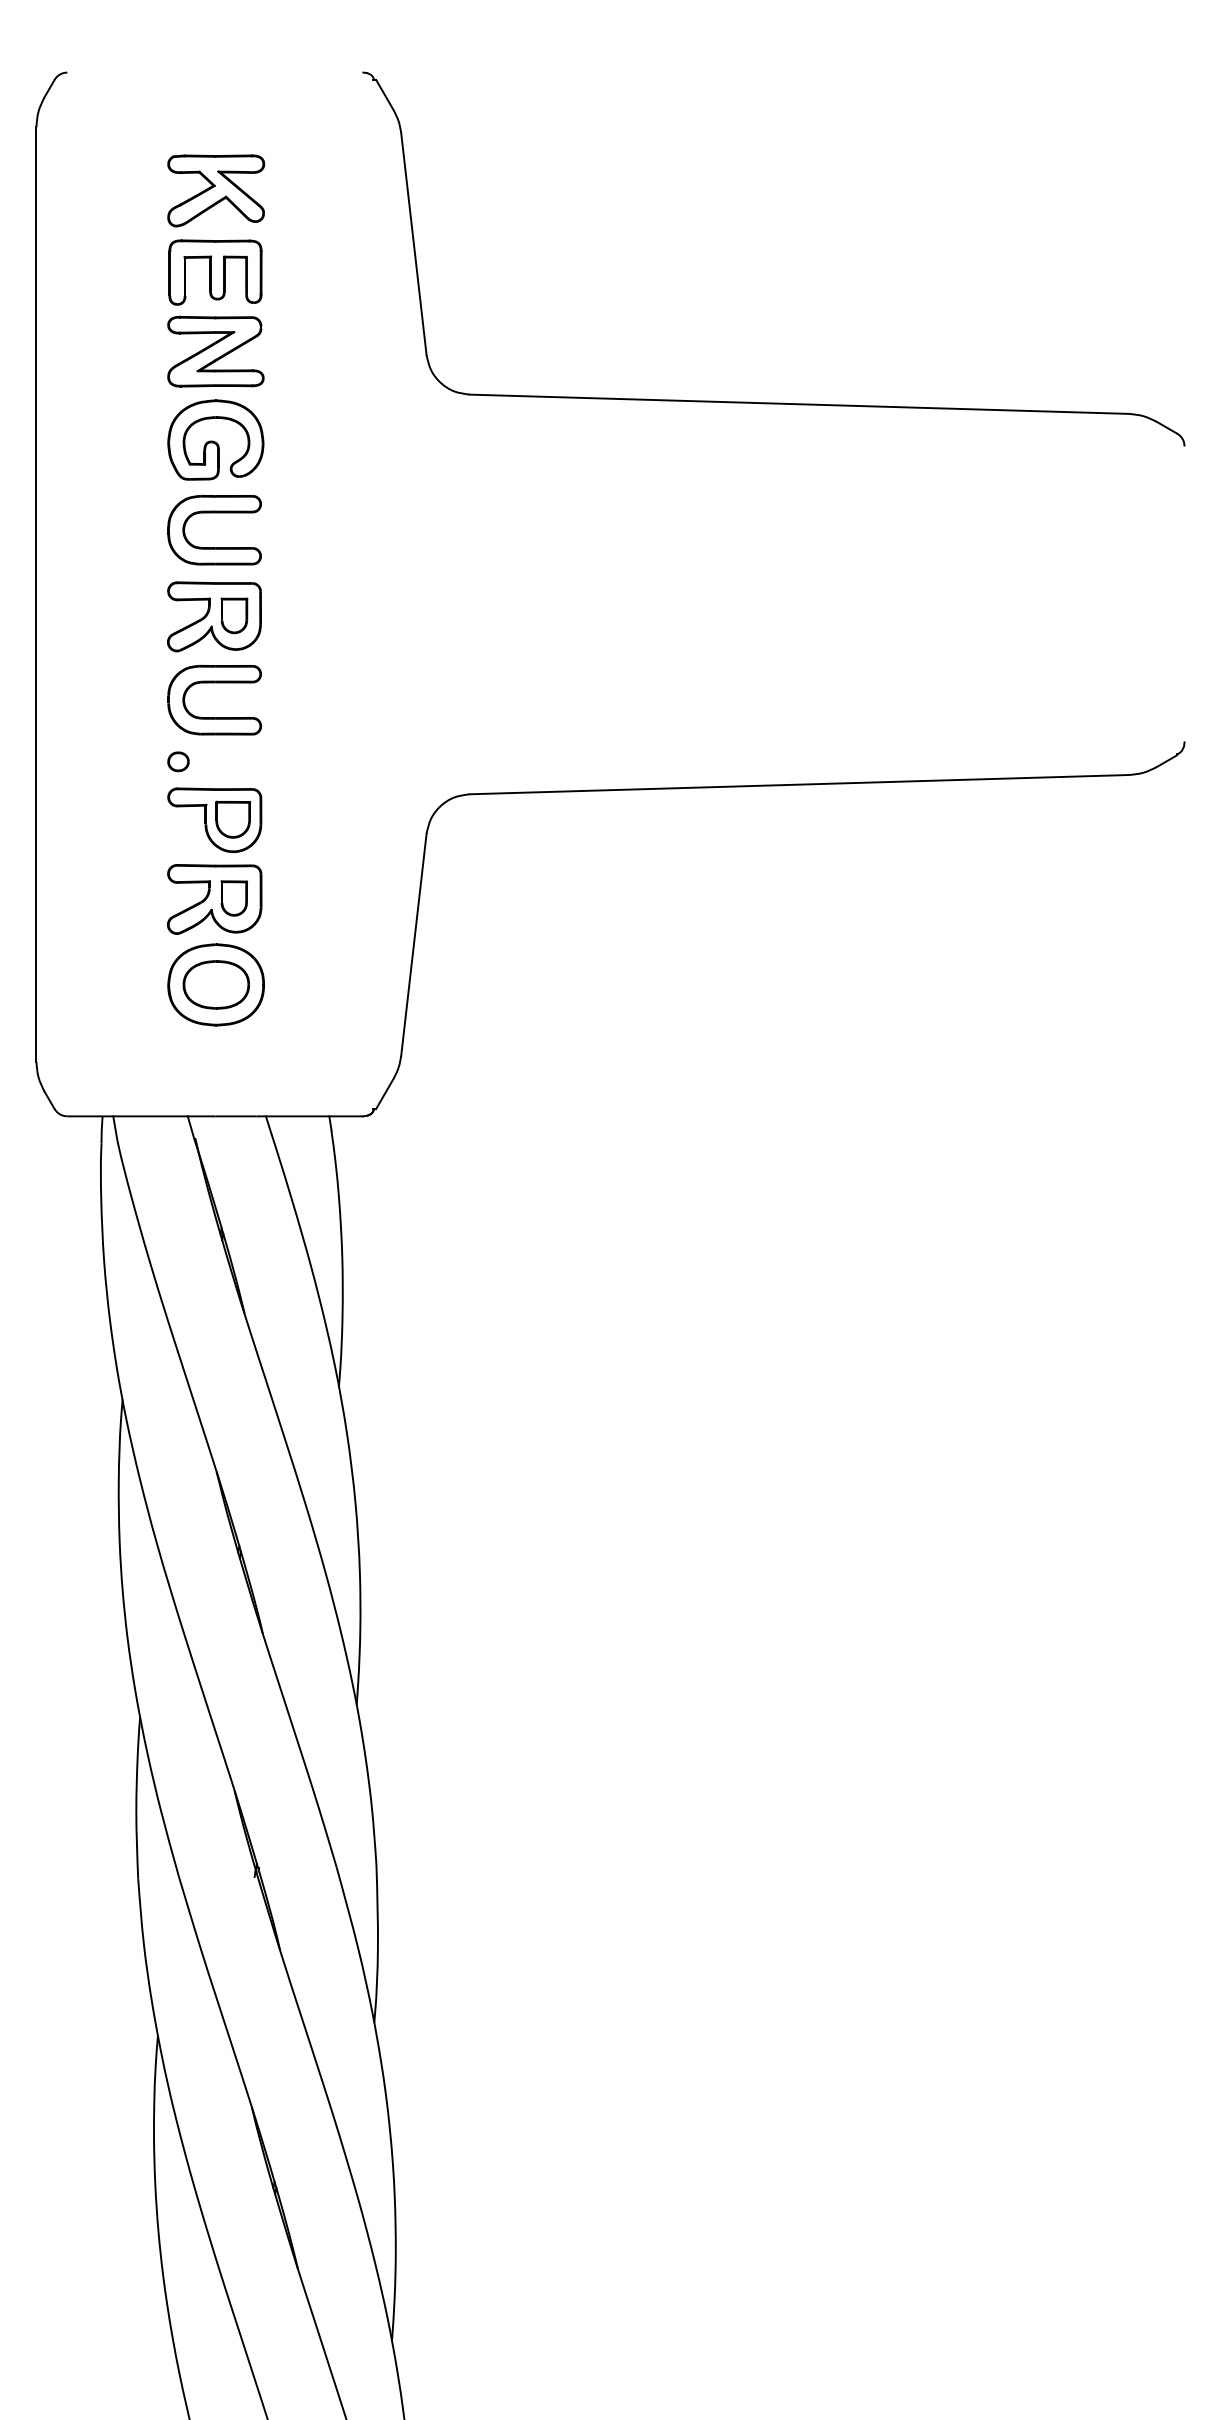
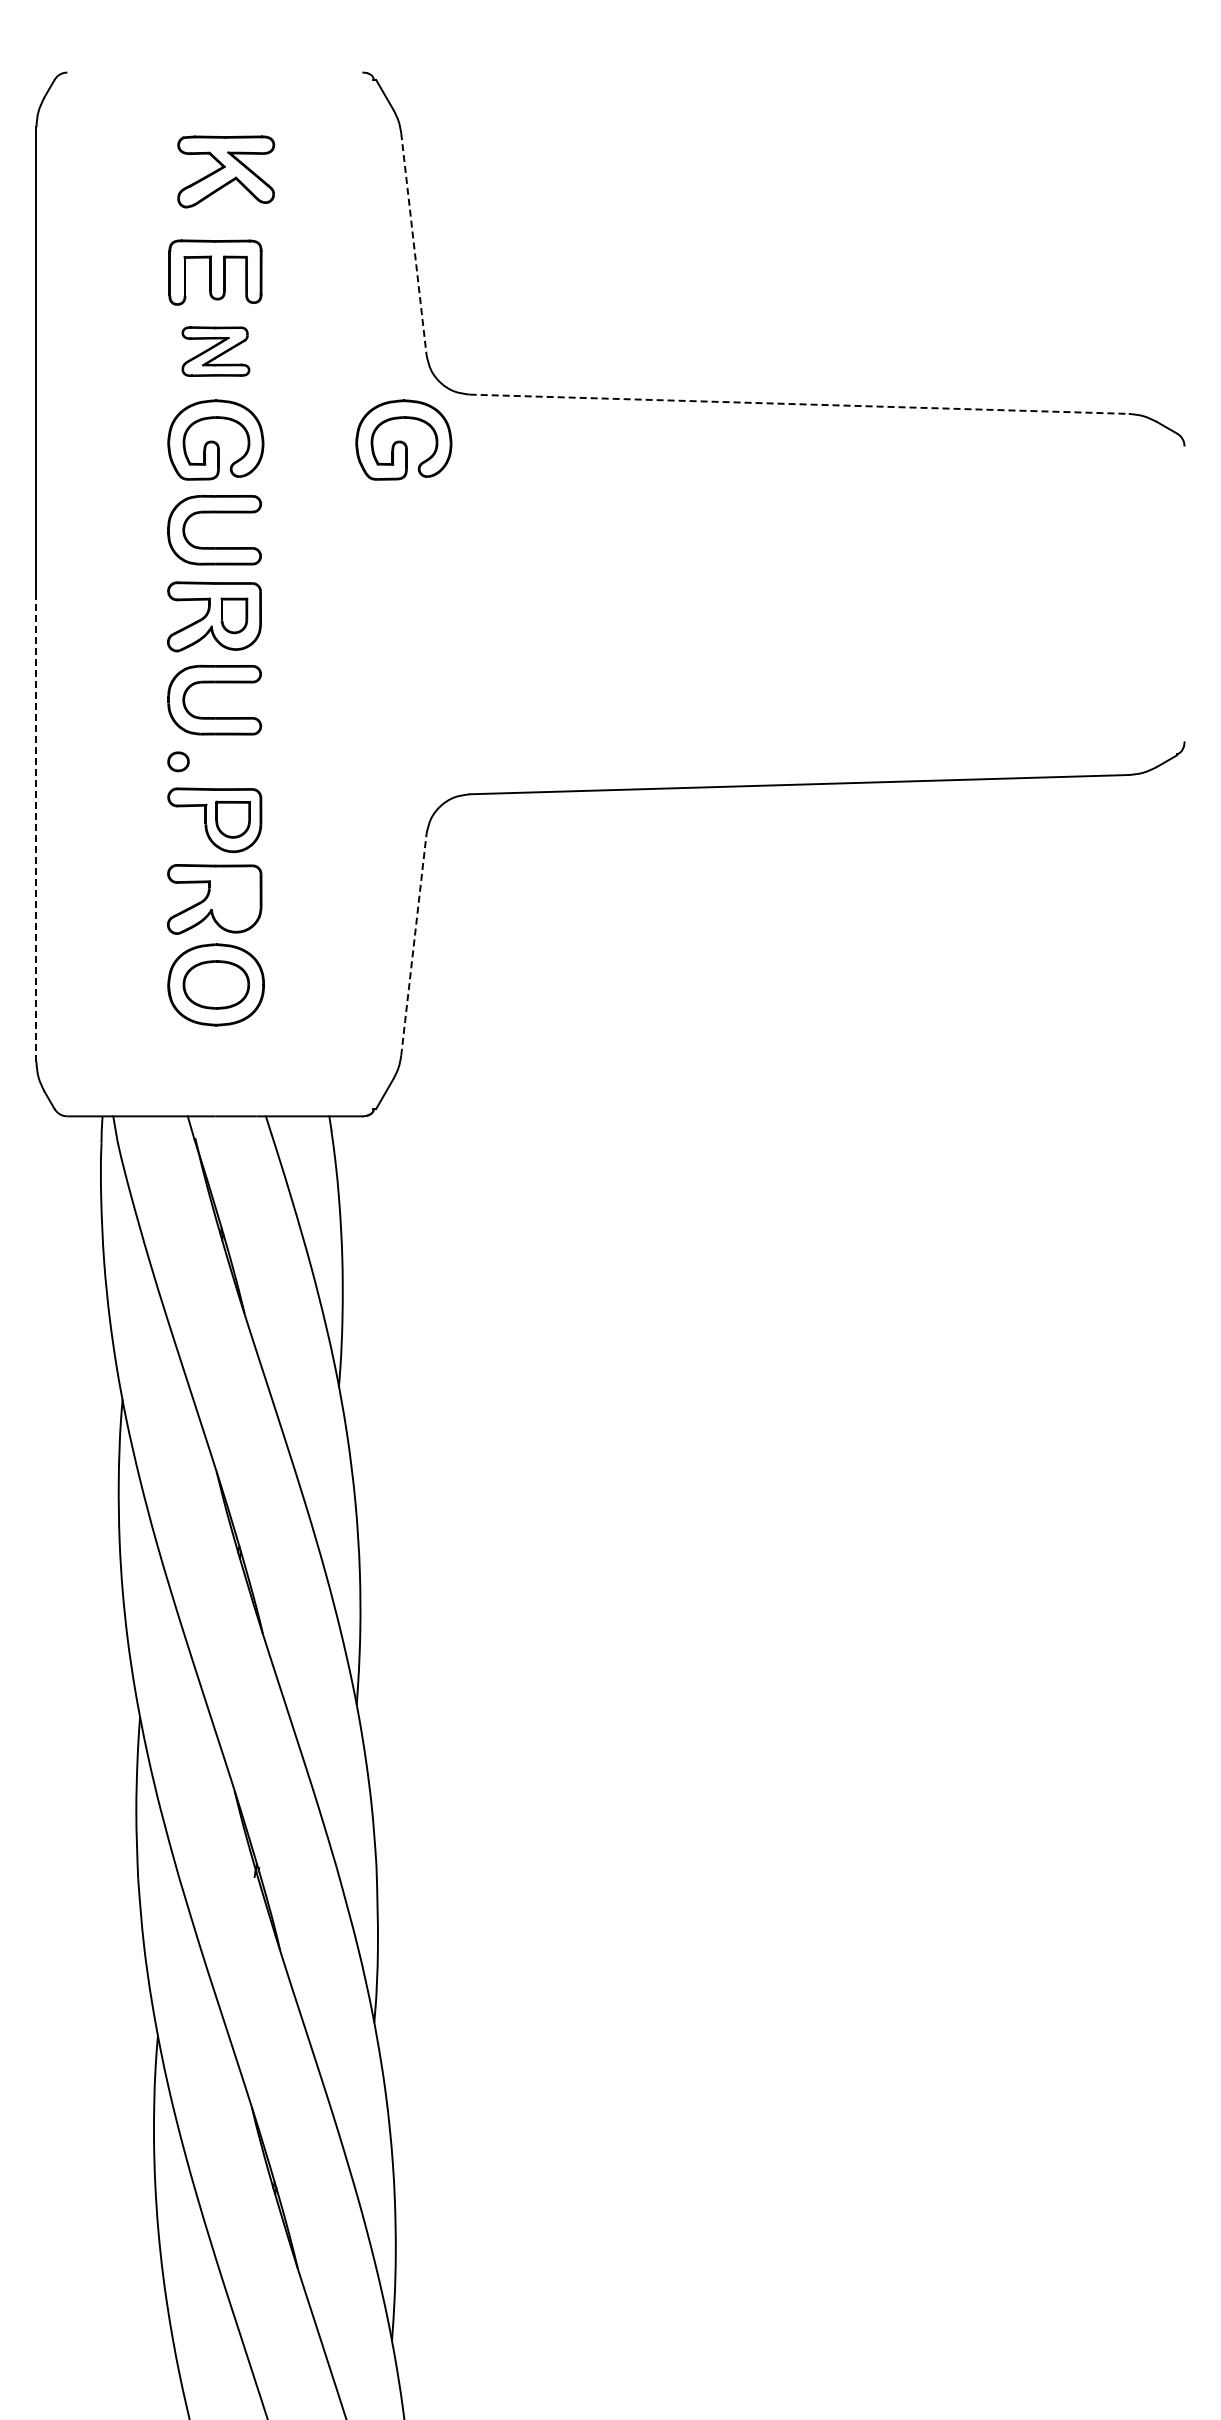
part at (216, 190) position: (216, 190) -> (226, 171)
line at (413, 244): solid -> dashed
part at (215, 351) size: 98x73 px -> 70x51 px
line at (799, 404): solid -> dashed
part at (403, 439): none -> present
line at (36, 828): solid -> dashed
part at (234, 898): present -> none
line at (413, 944): solid -> dashed
